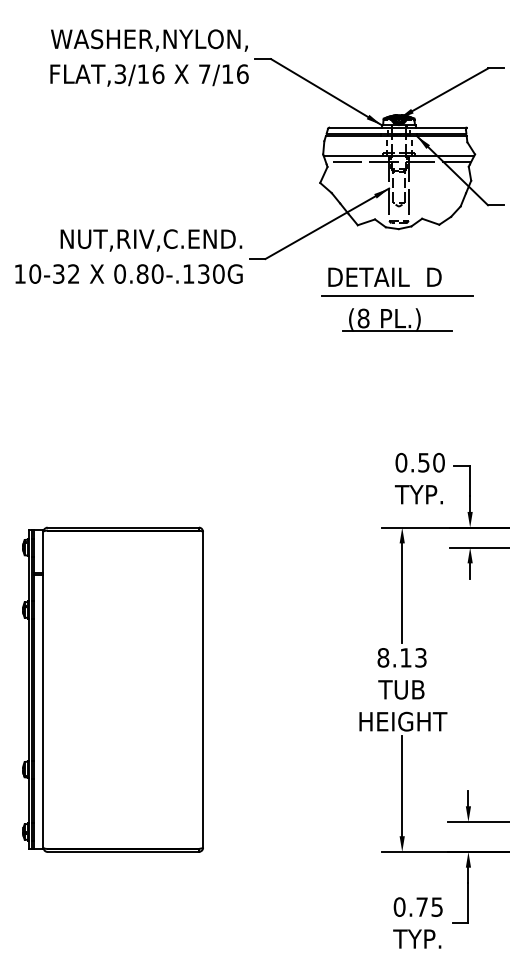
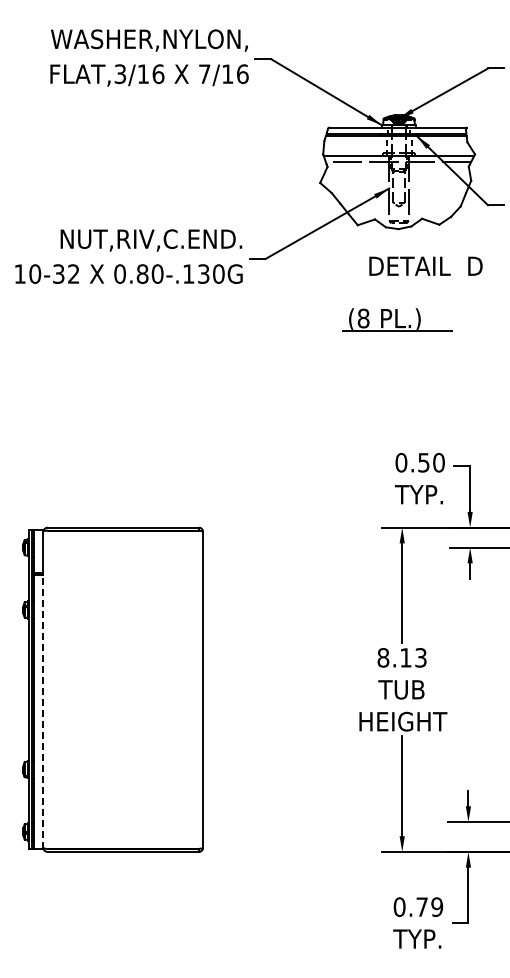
text at (384, 276) position: (384, 276) -> (425, 265)
line at (397, 296): present -> none
line at (43, 710): solid -> dashed
text at (437, 906): 0.75 -> 0.79
